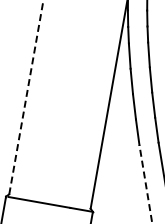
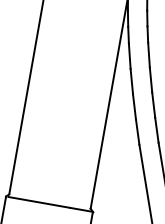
line at (26, 97): dashed -> solid
line at (145, 184): dashed -> solid
